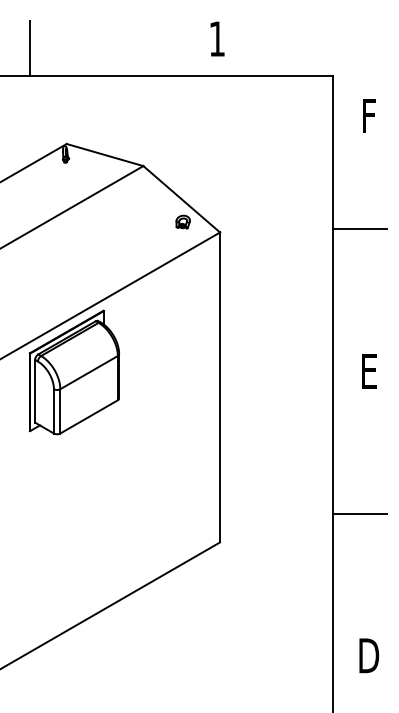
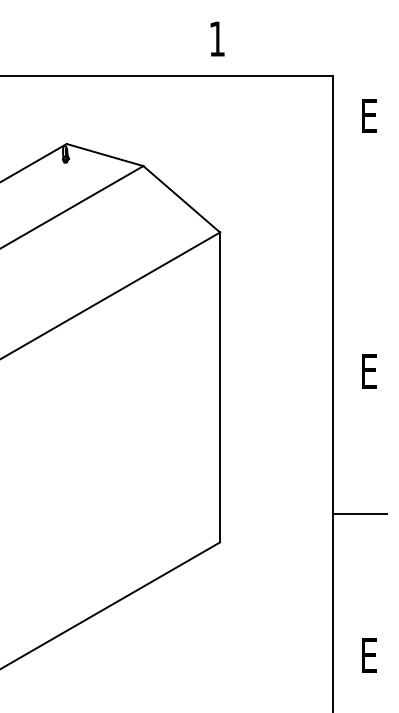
line at (30, 48): present -> none
text at (369, 115): F -> E
part at (182, 221): present -> none
line at (359, 229): present -> none
part at (73, 372): present -> none
text at (369, 655): D -> E
